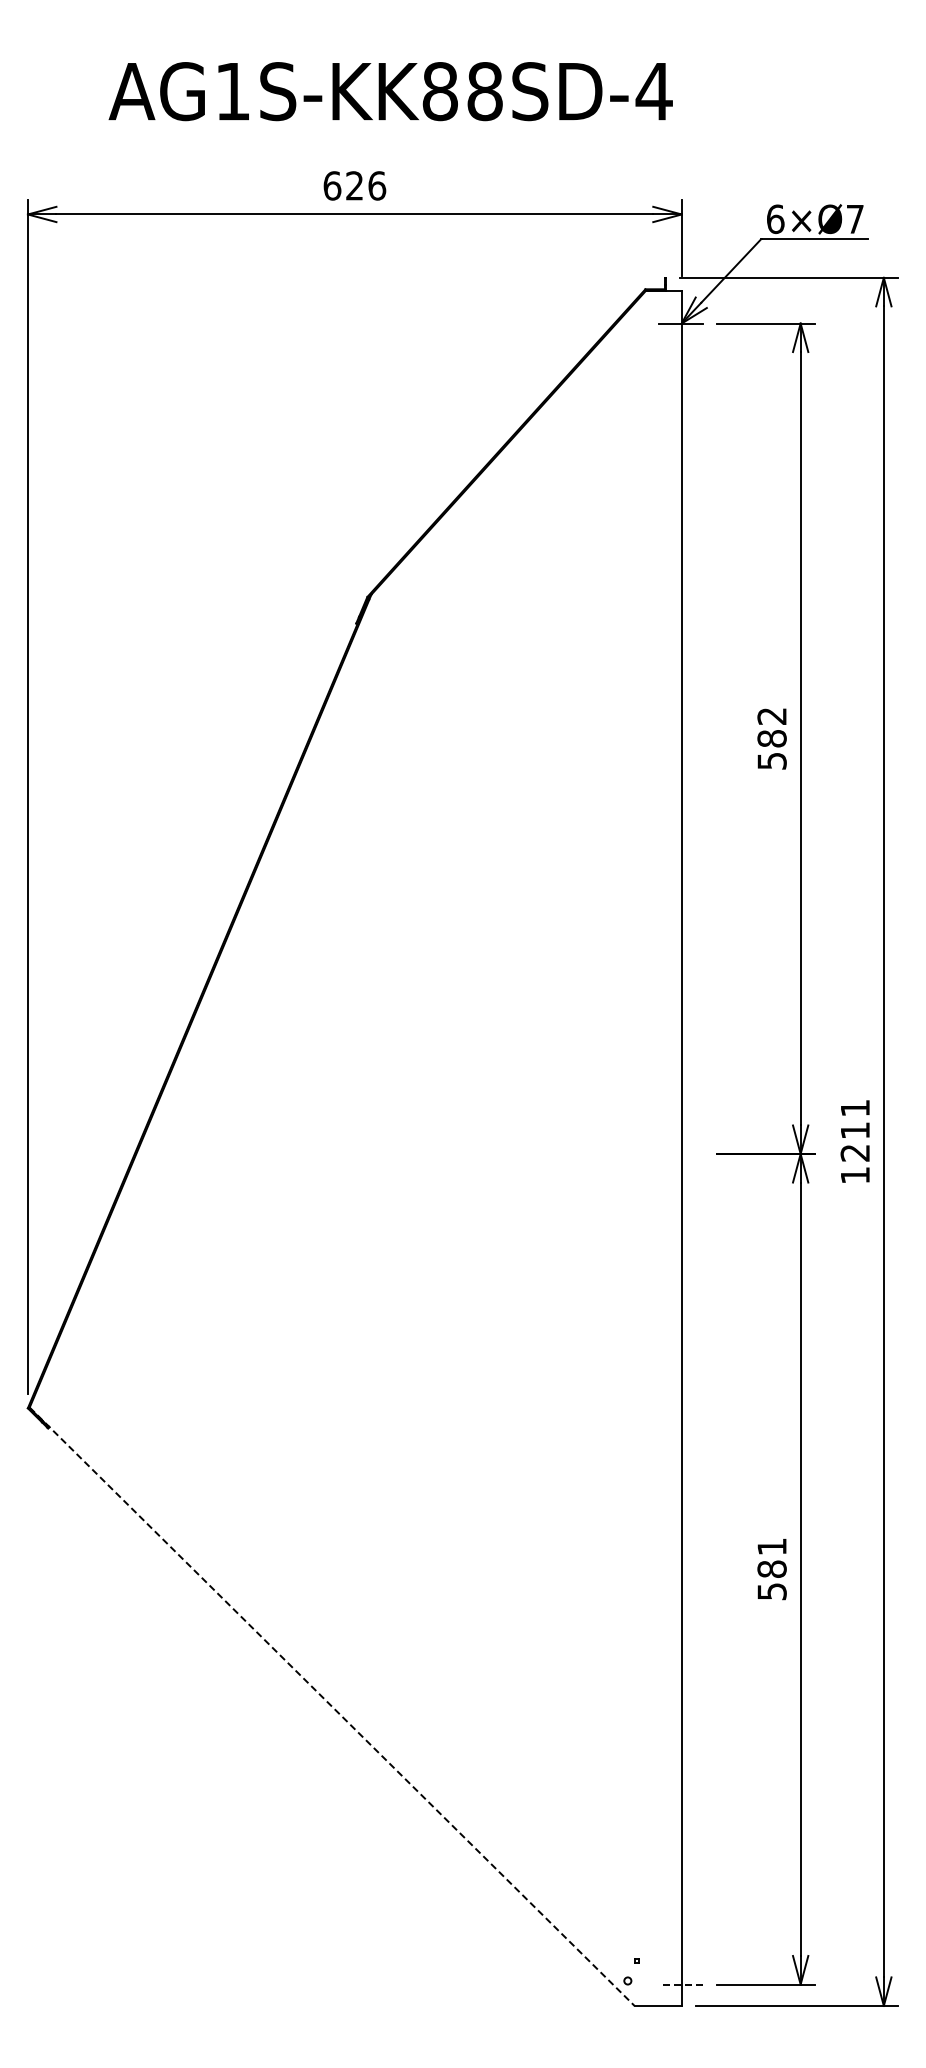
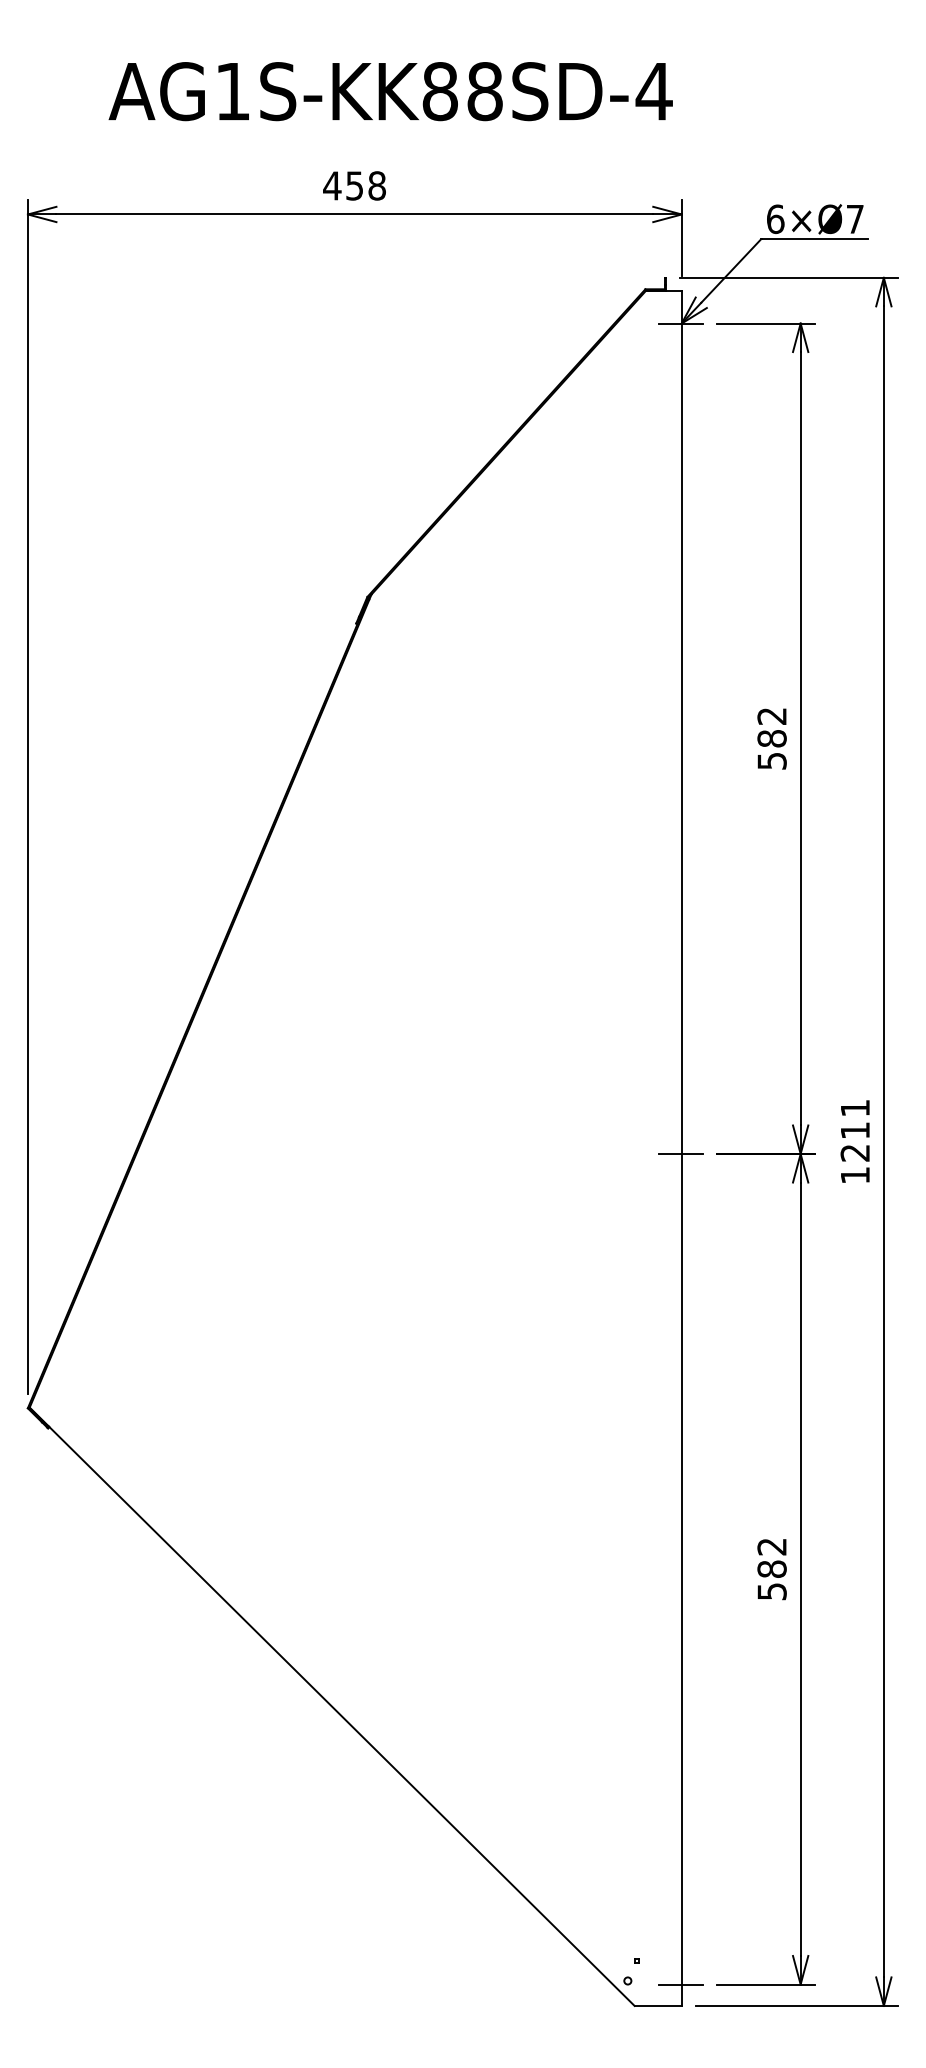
text at (354, 185): 626 -> 458
line at (680, 1154): none -> present
text at (771, 1546): 581 -> 582
line at (332, 1707): dashed -> solid
line at (681, 1984): dashed -> solid
